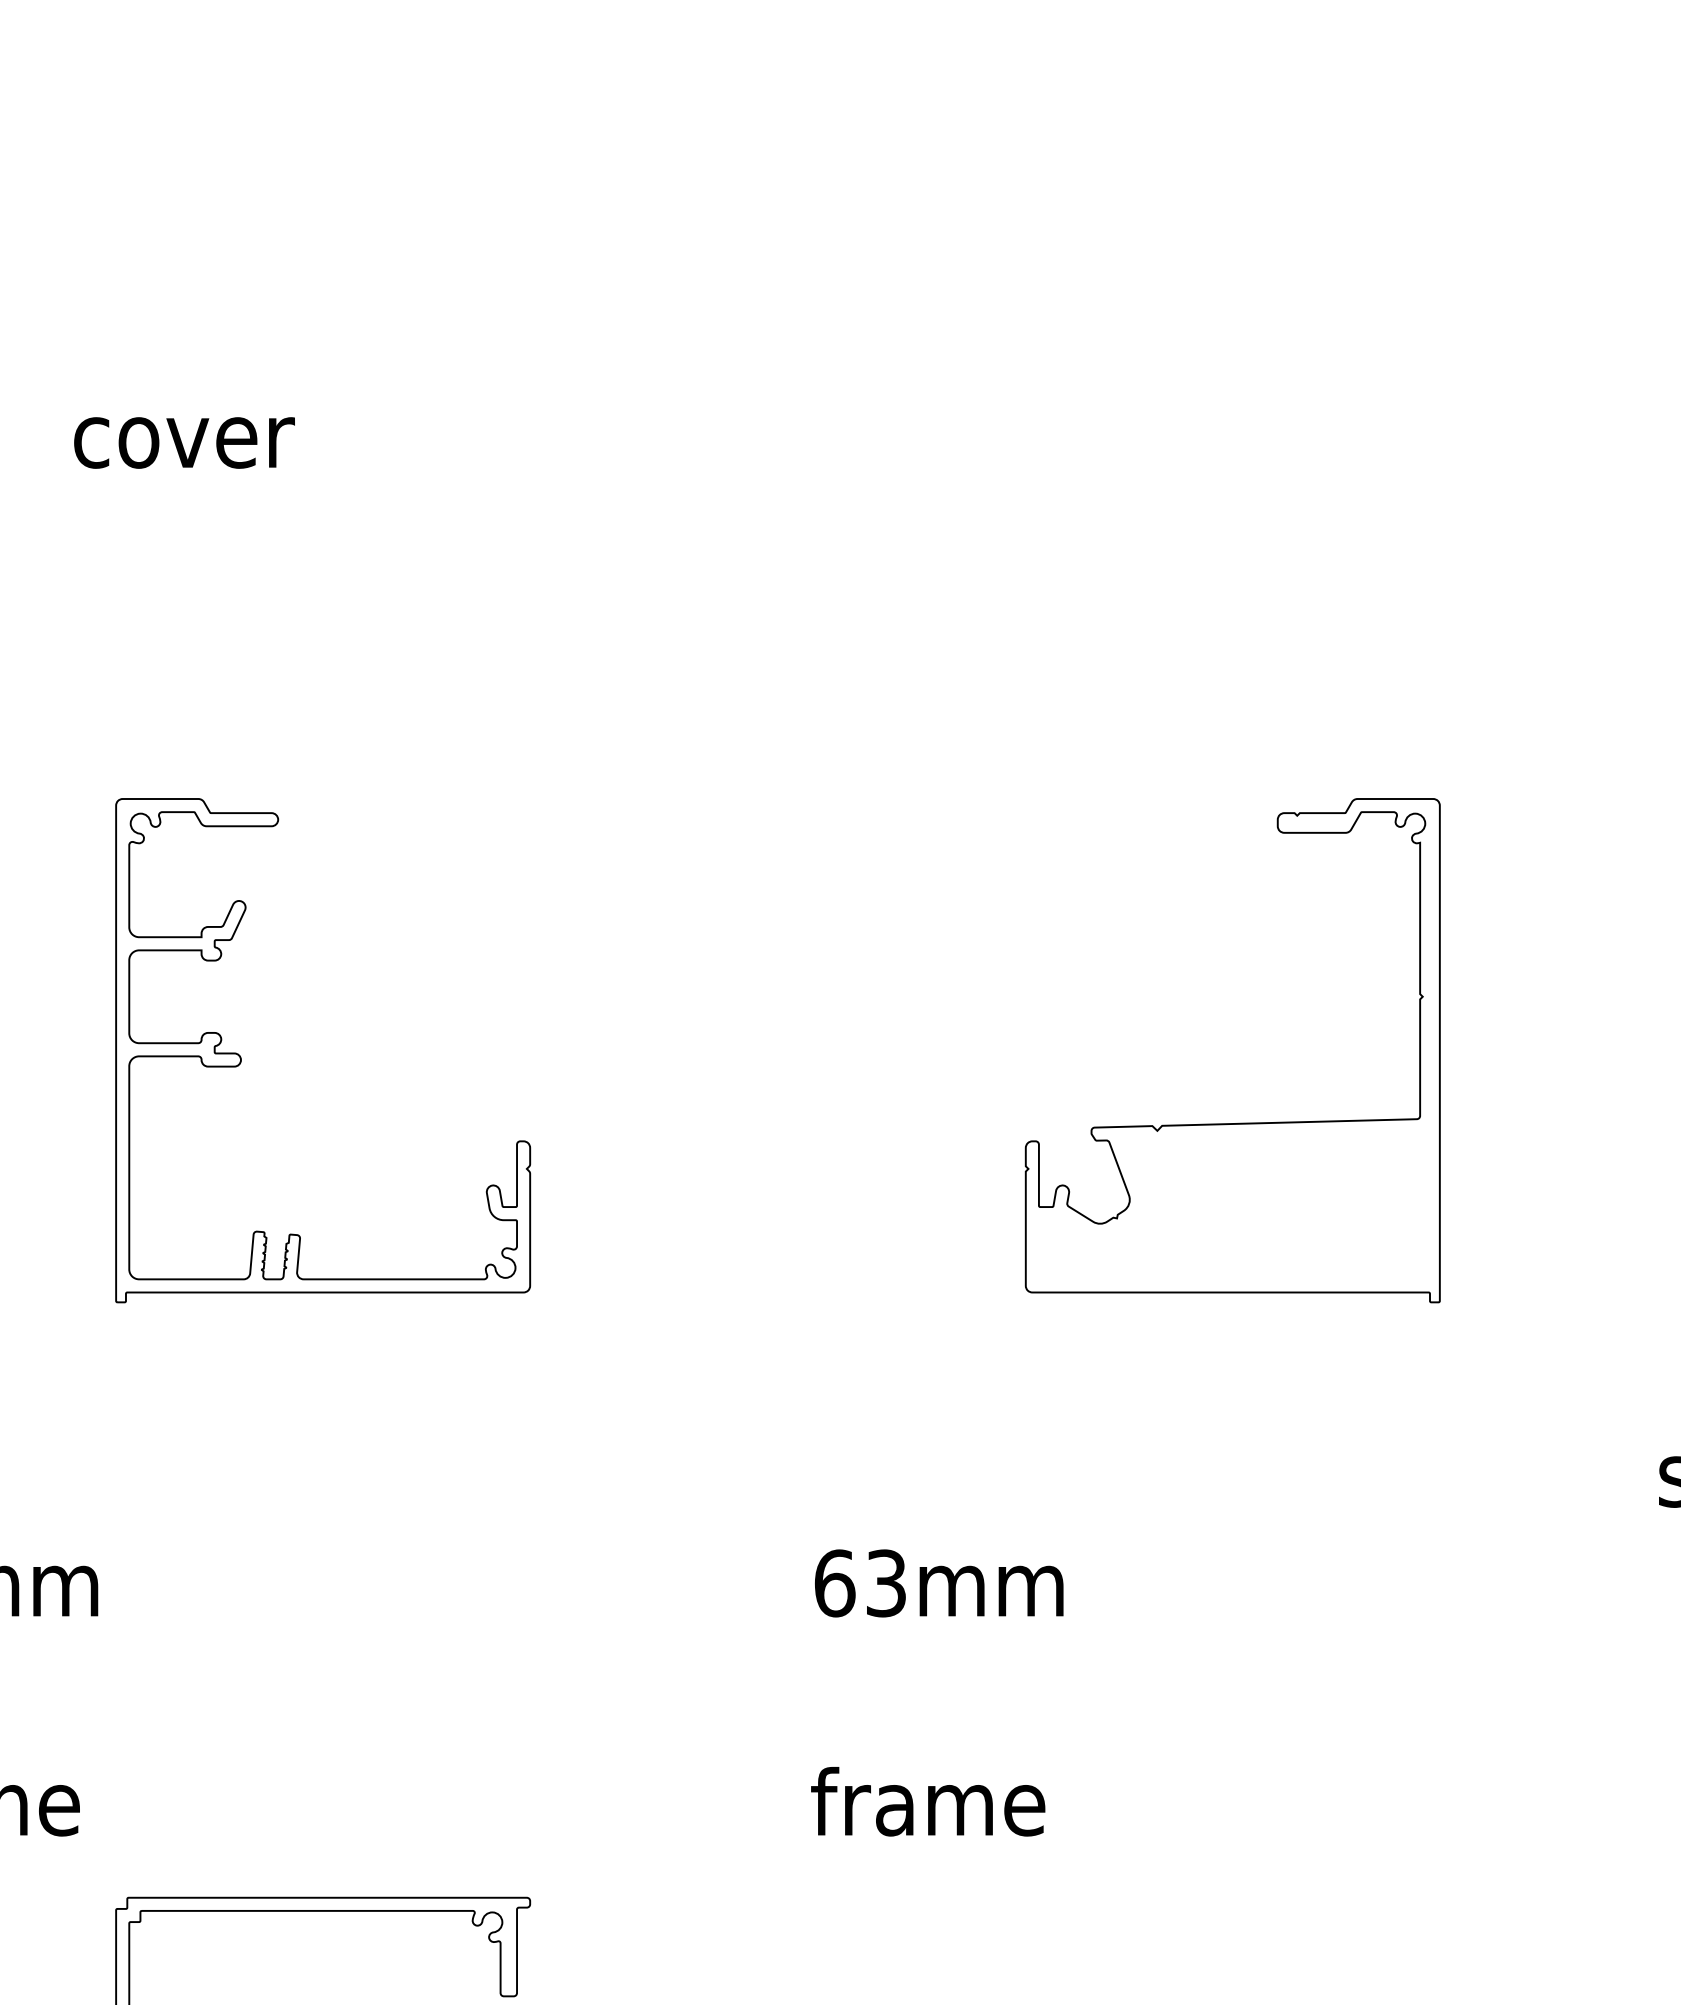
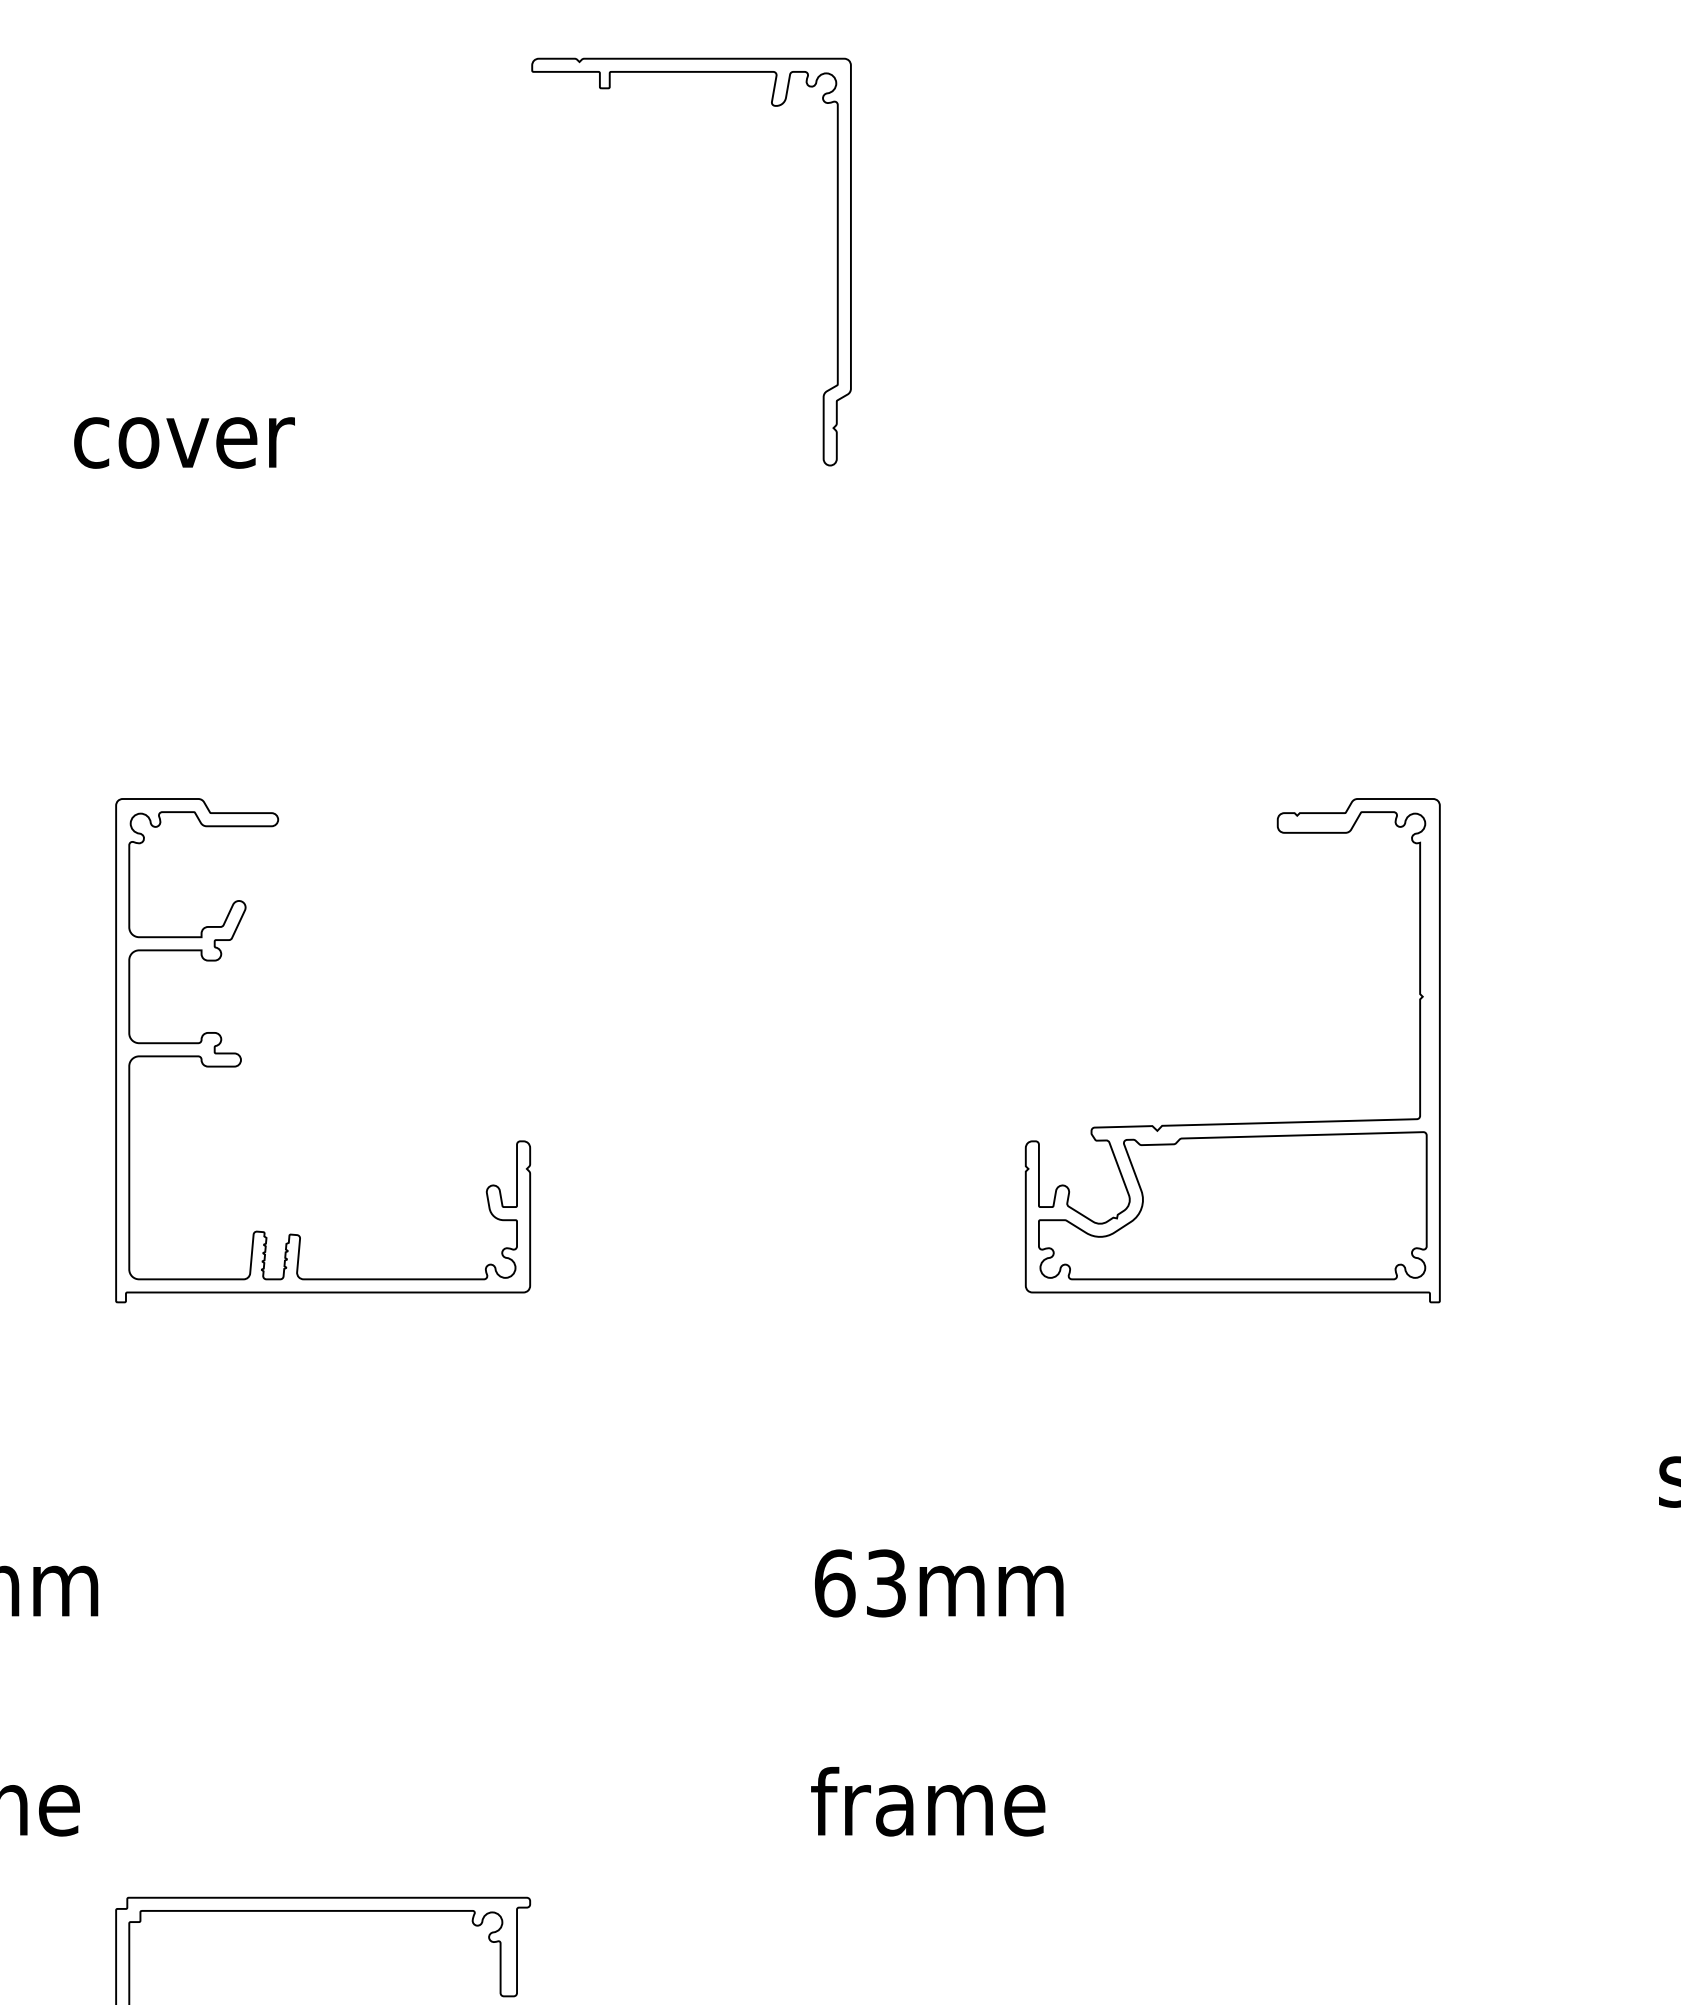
part at (836, 261): none -> present
part at (1232, 1205): none -> present
